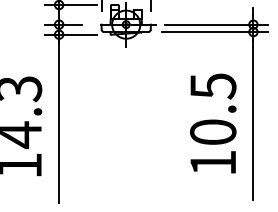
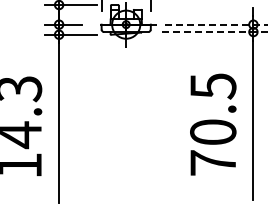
line at (216, 24): solid -> dashed
line at (214, 32): solid -> dashed
text at (212, 162): 10.5 -> 70.5
